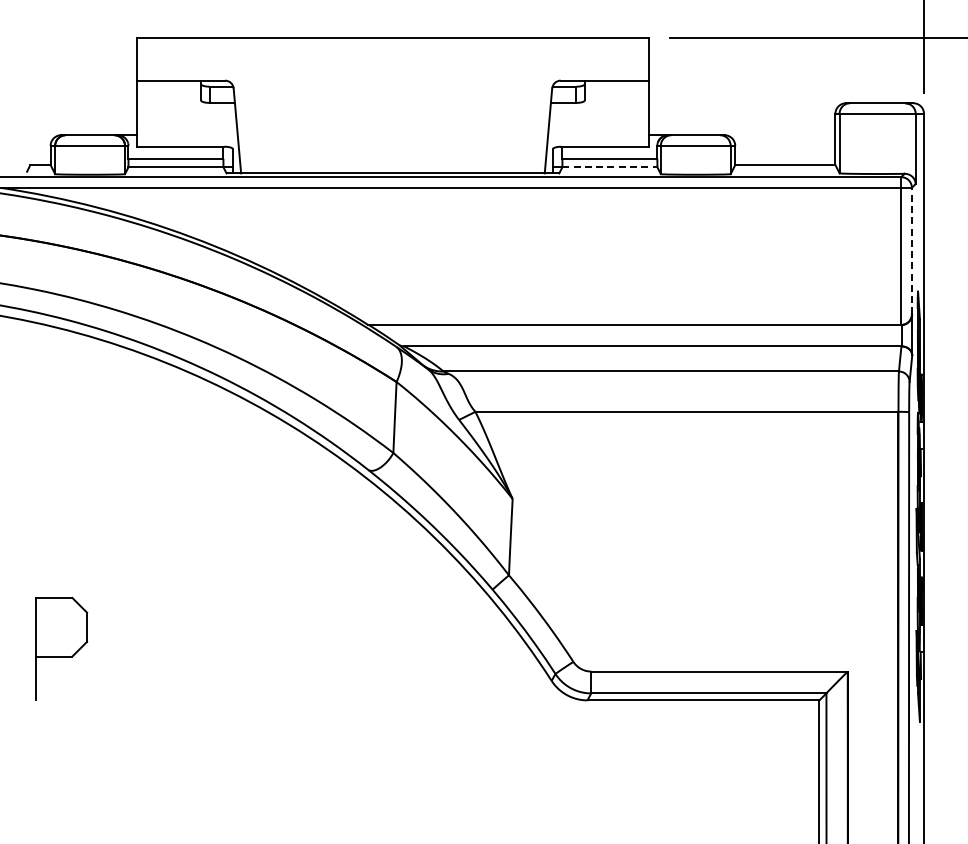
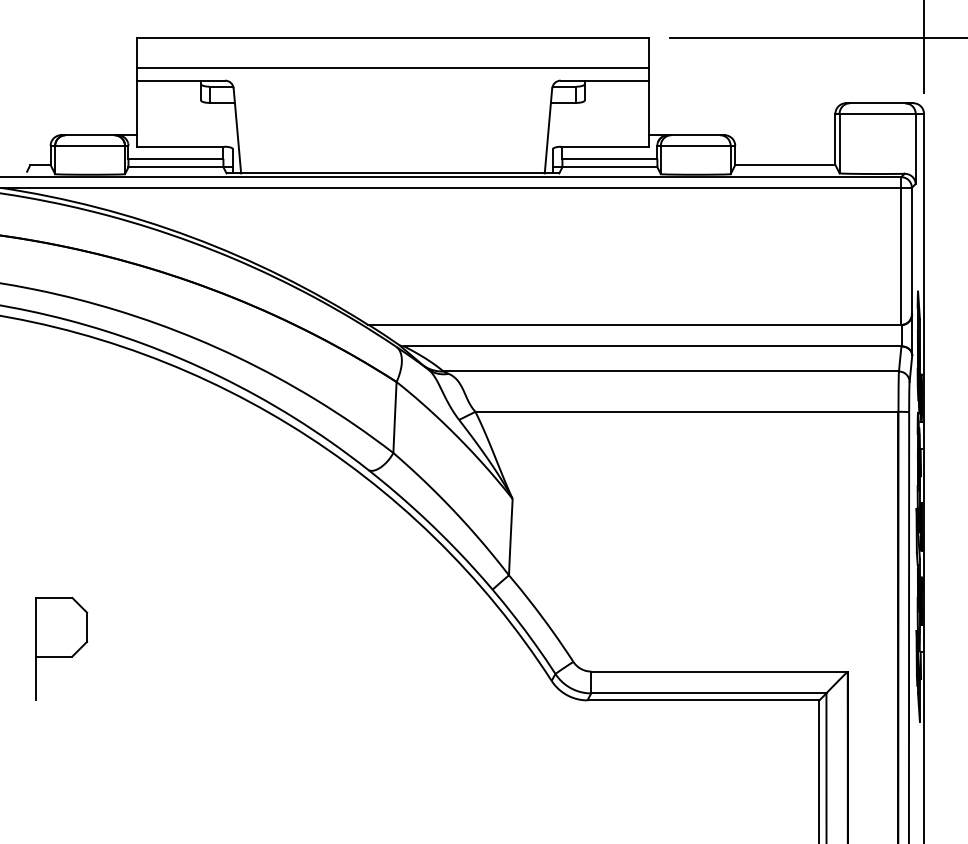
line at (392, 67): none -> present
line at (609, 167): dashed -> solid
line at (911, 250): dashed -> solid
